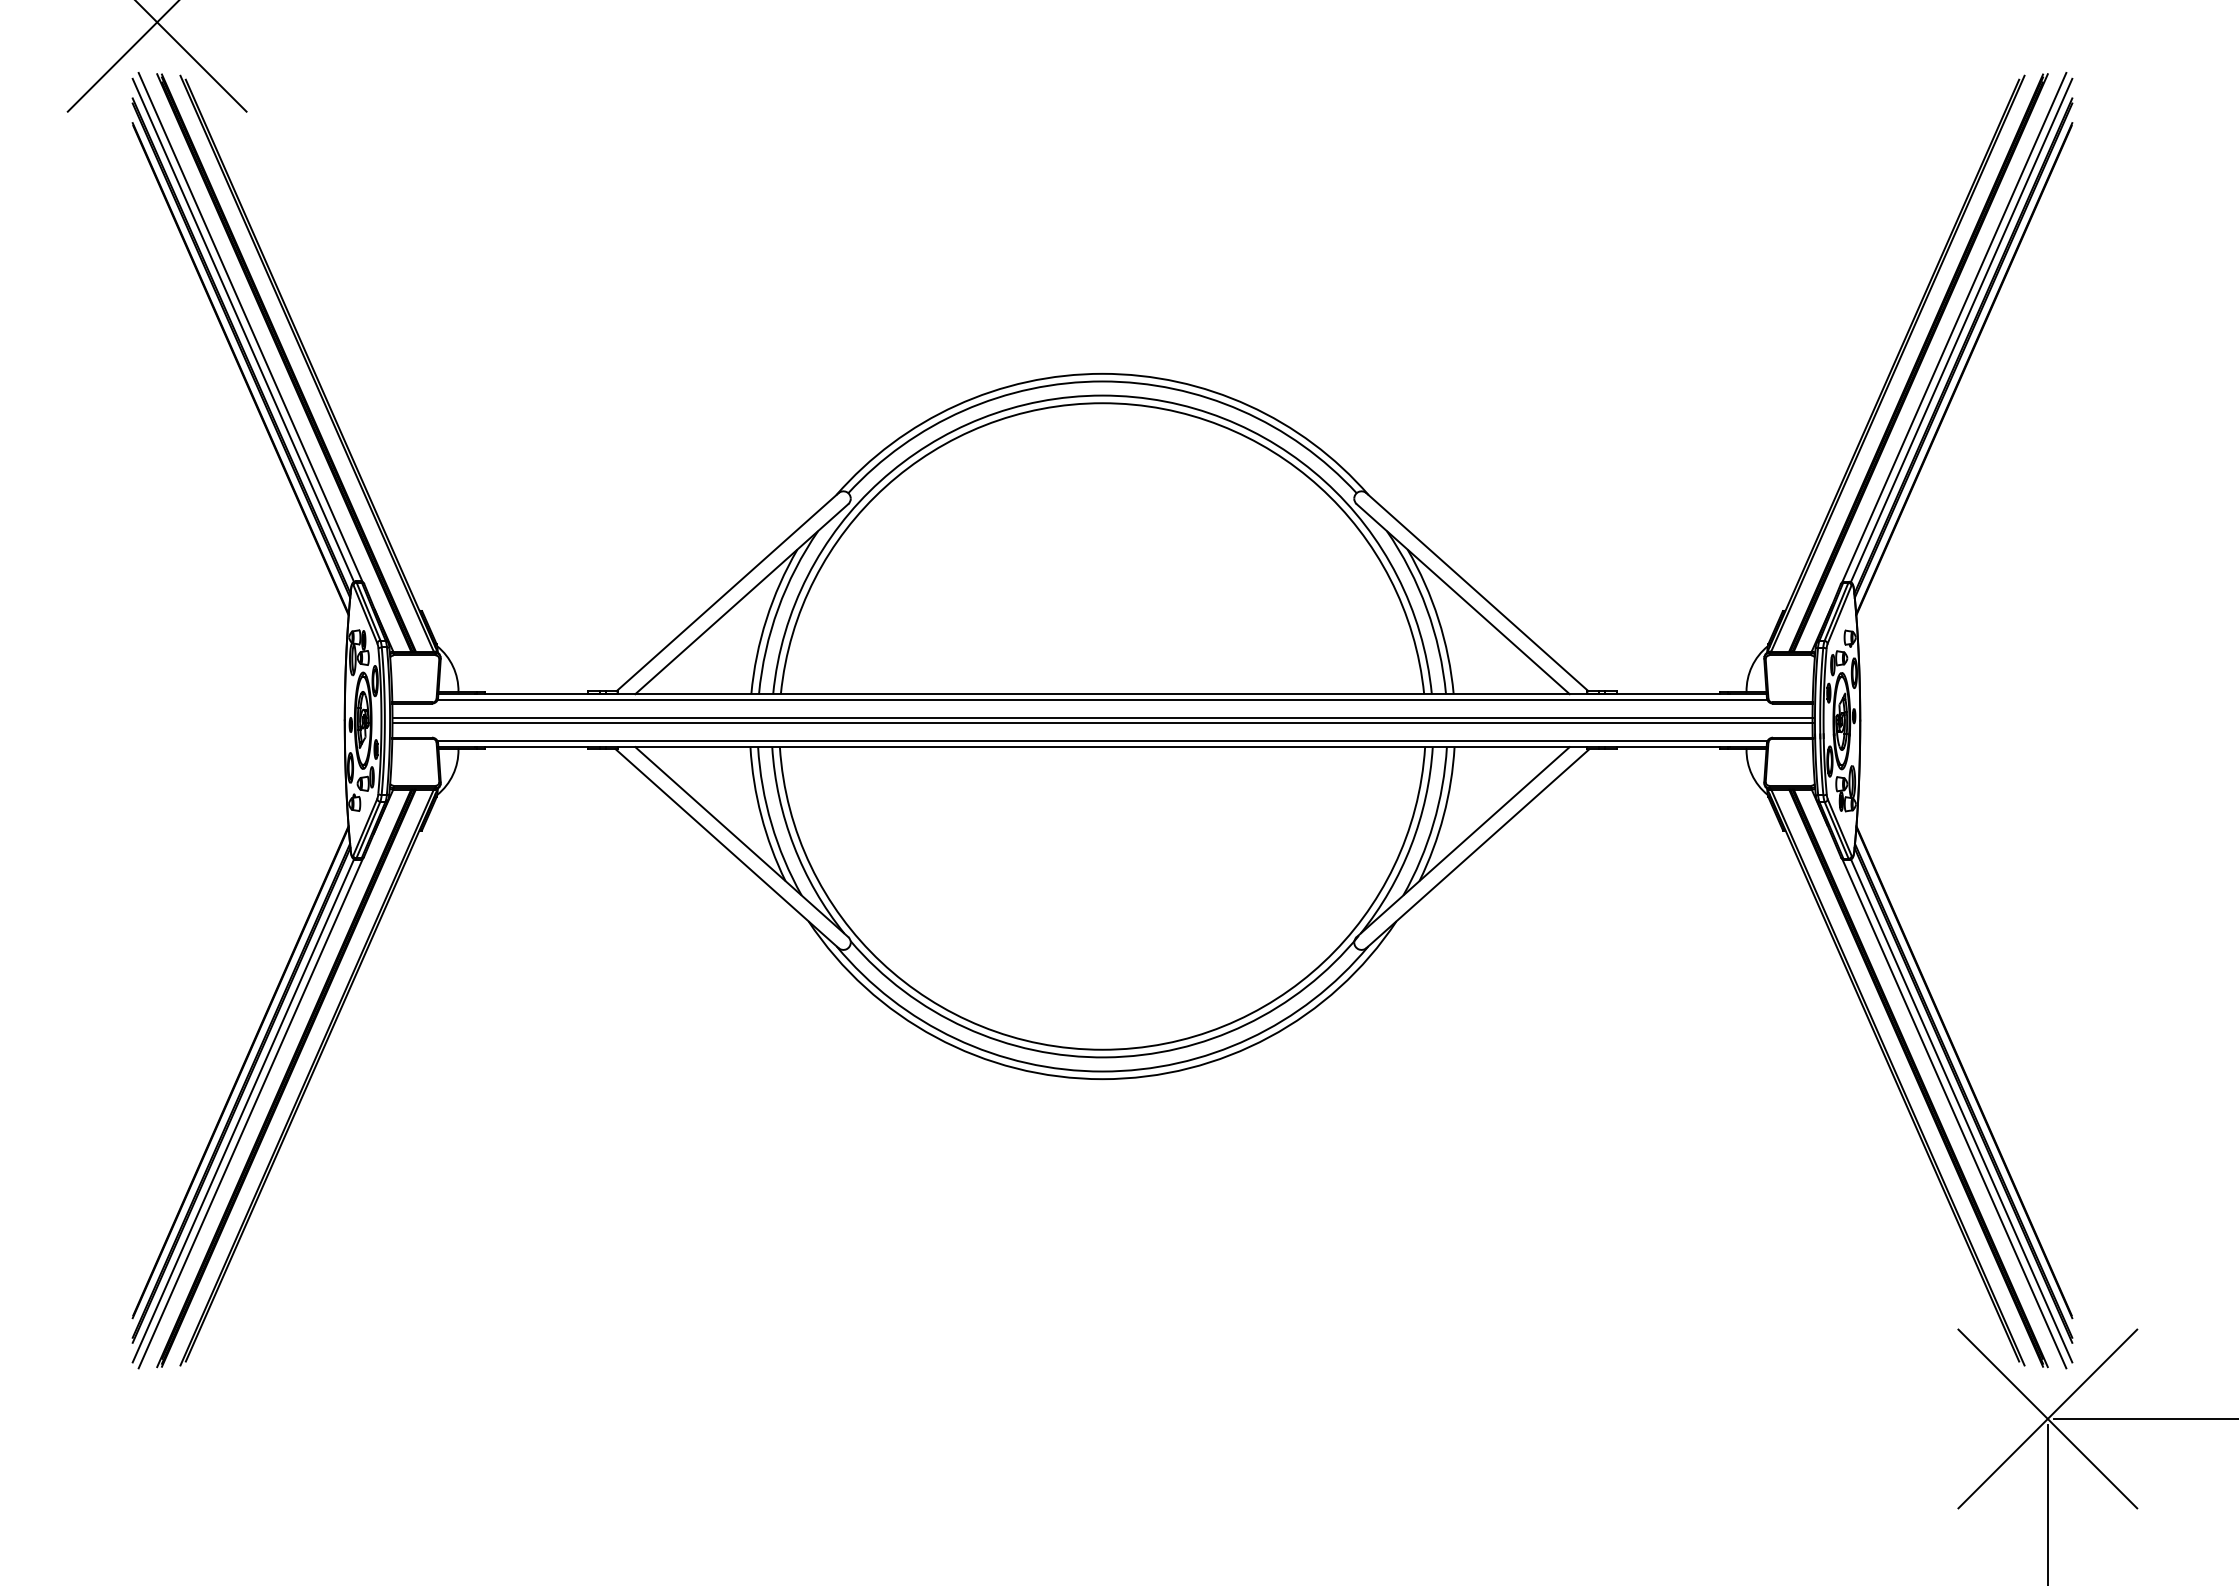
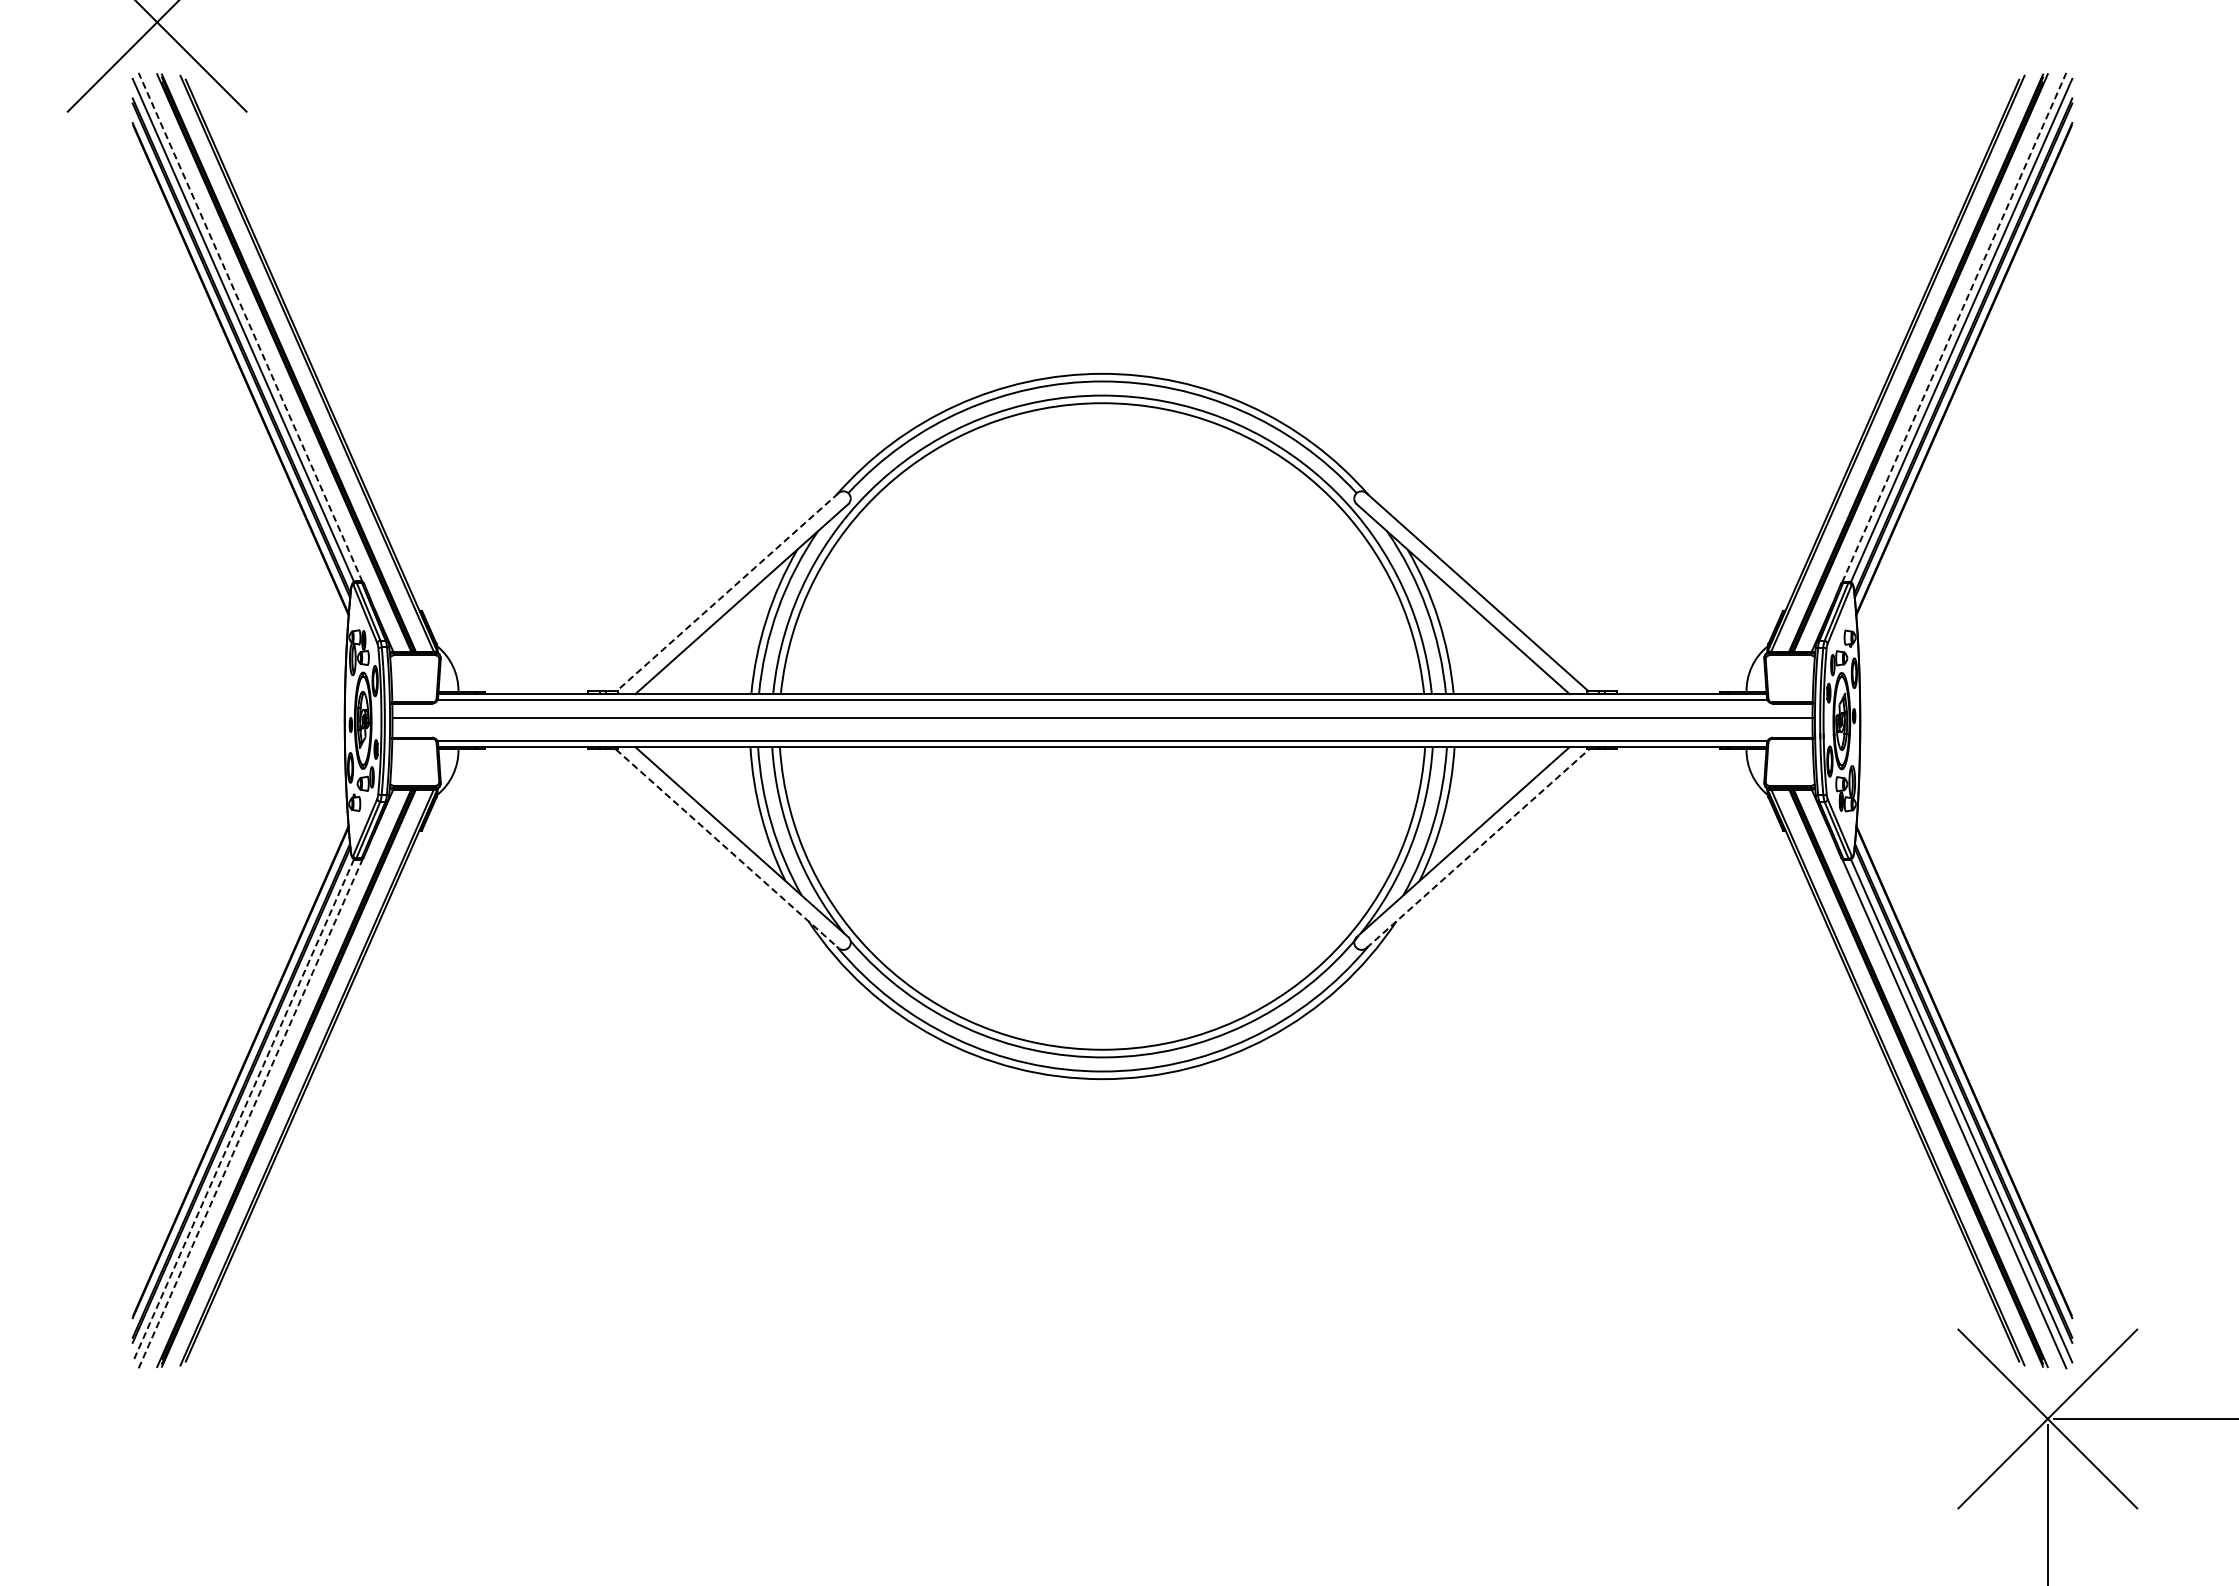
line at (250, 327): solid -> dashed
line at (1954, 327): solid -> dashed
line at (727, 592): solid -> dashed
line at (1102, 722): present -> none
line at (1478, 848): solid -> dashed
line at (727, 849): solid -> dashed
line at (243, 1110): solid -> dashed
line at (250, 1113): solid -> dashed
